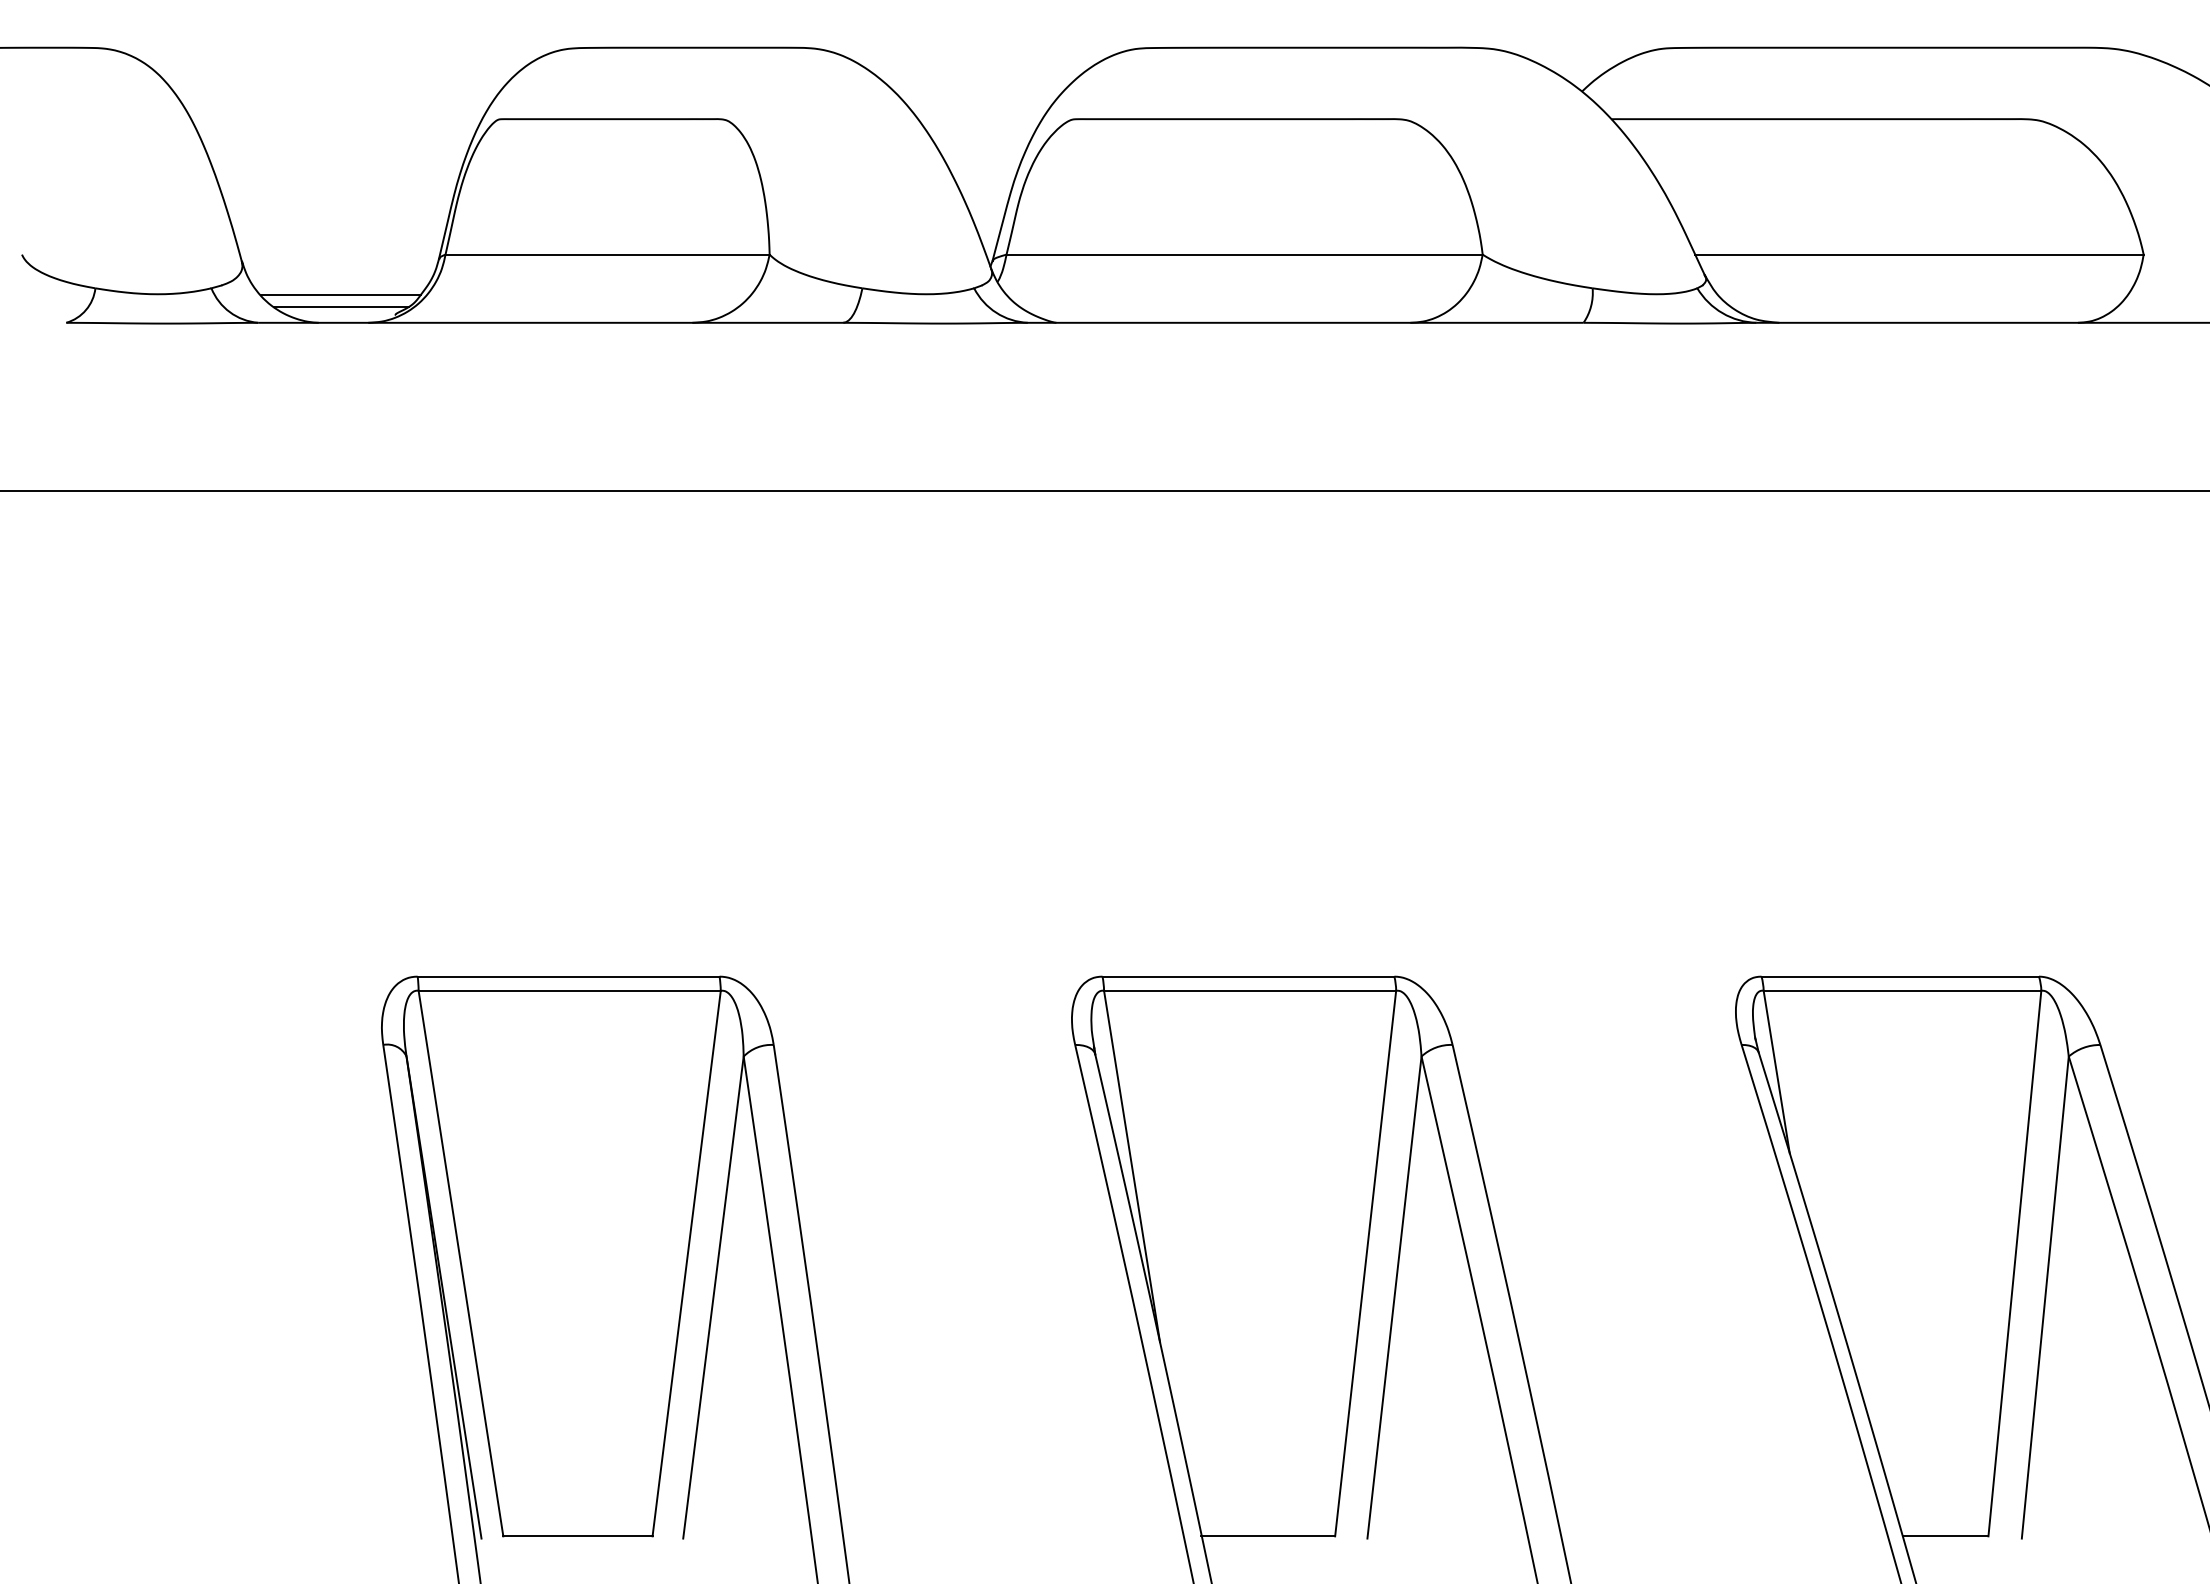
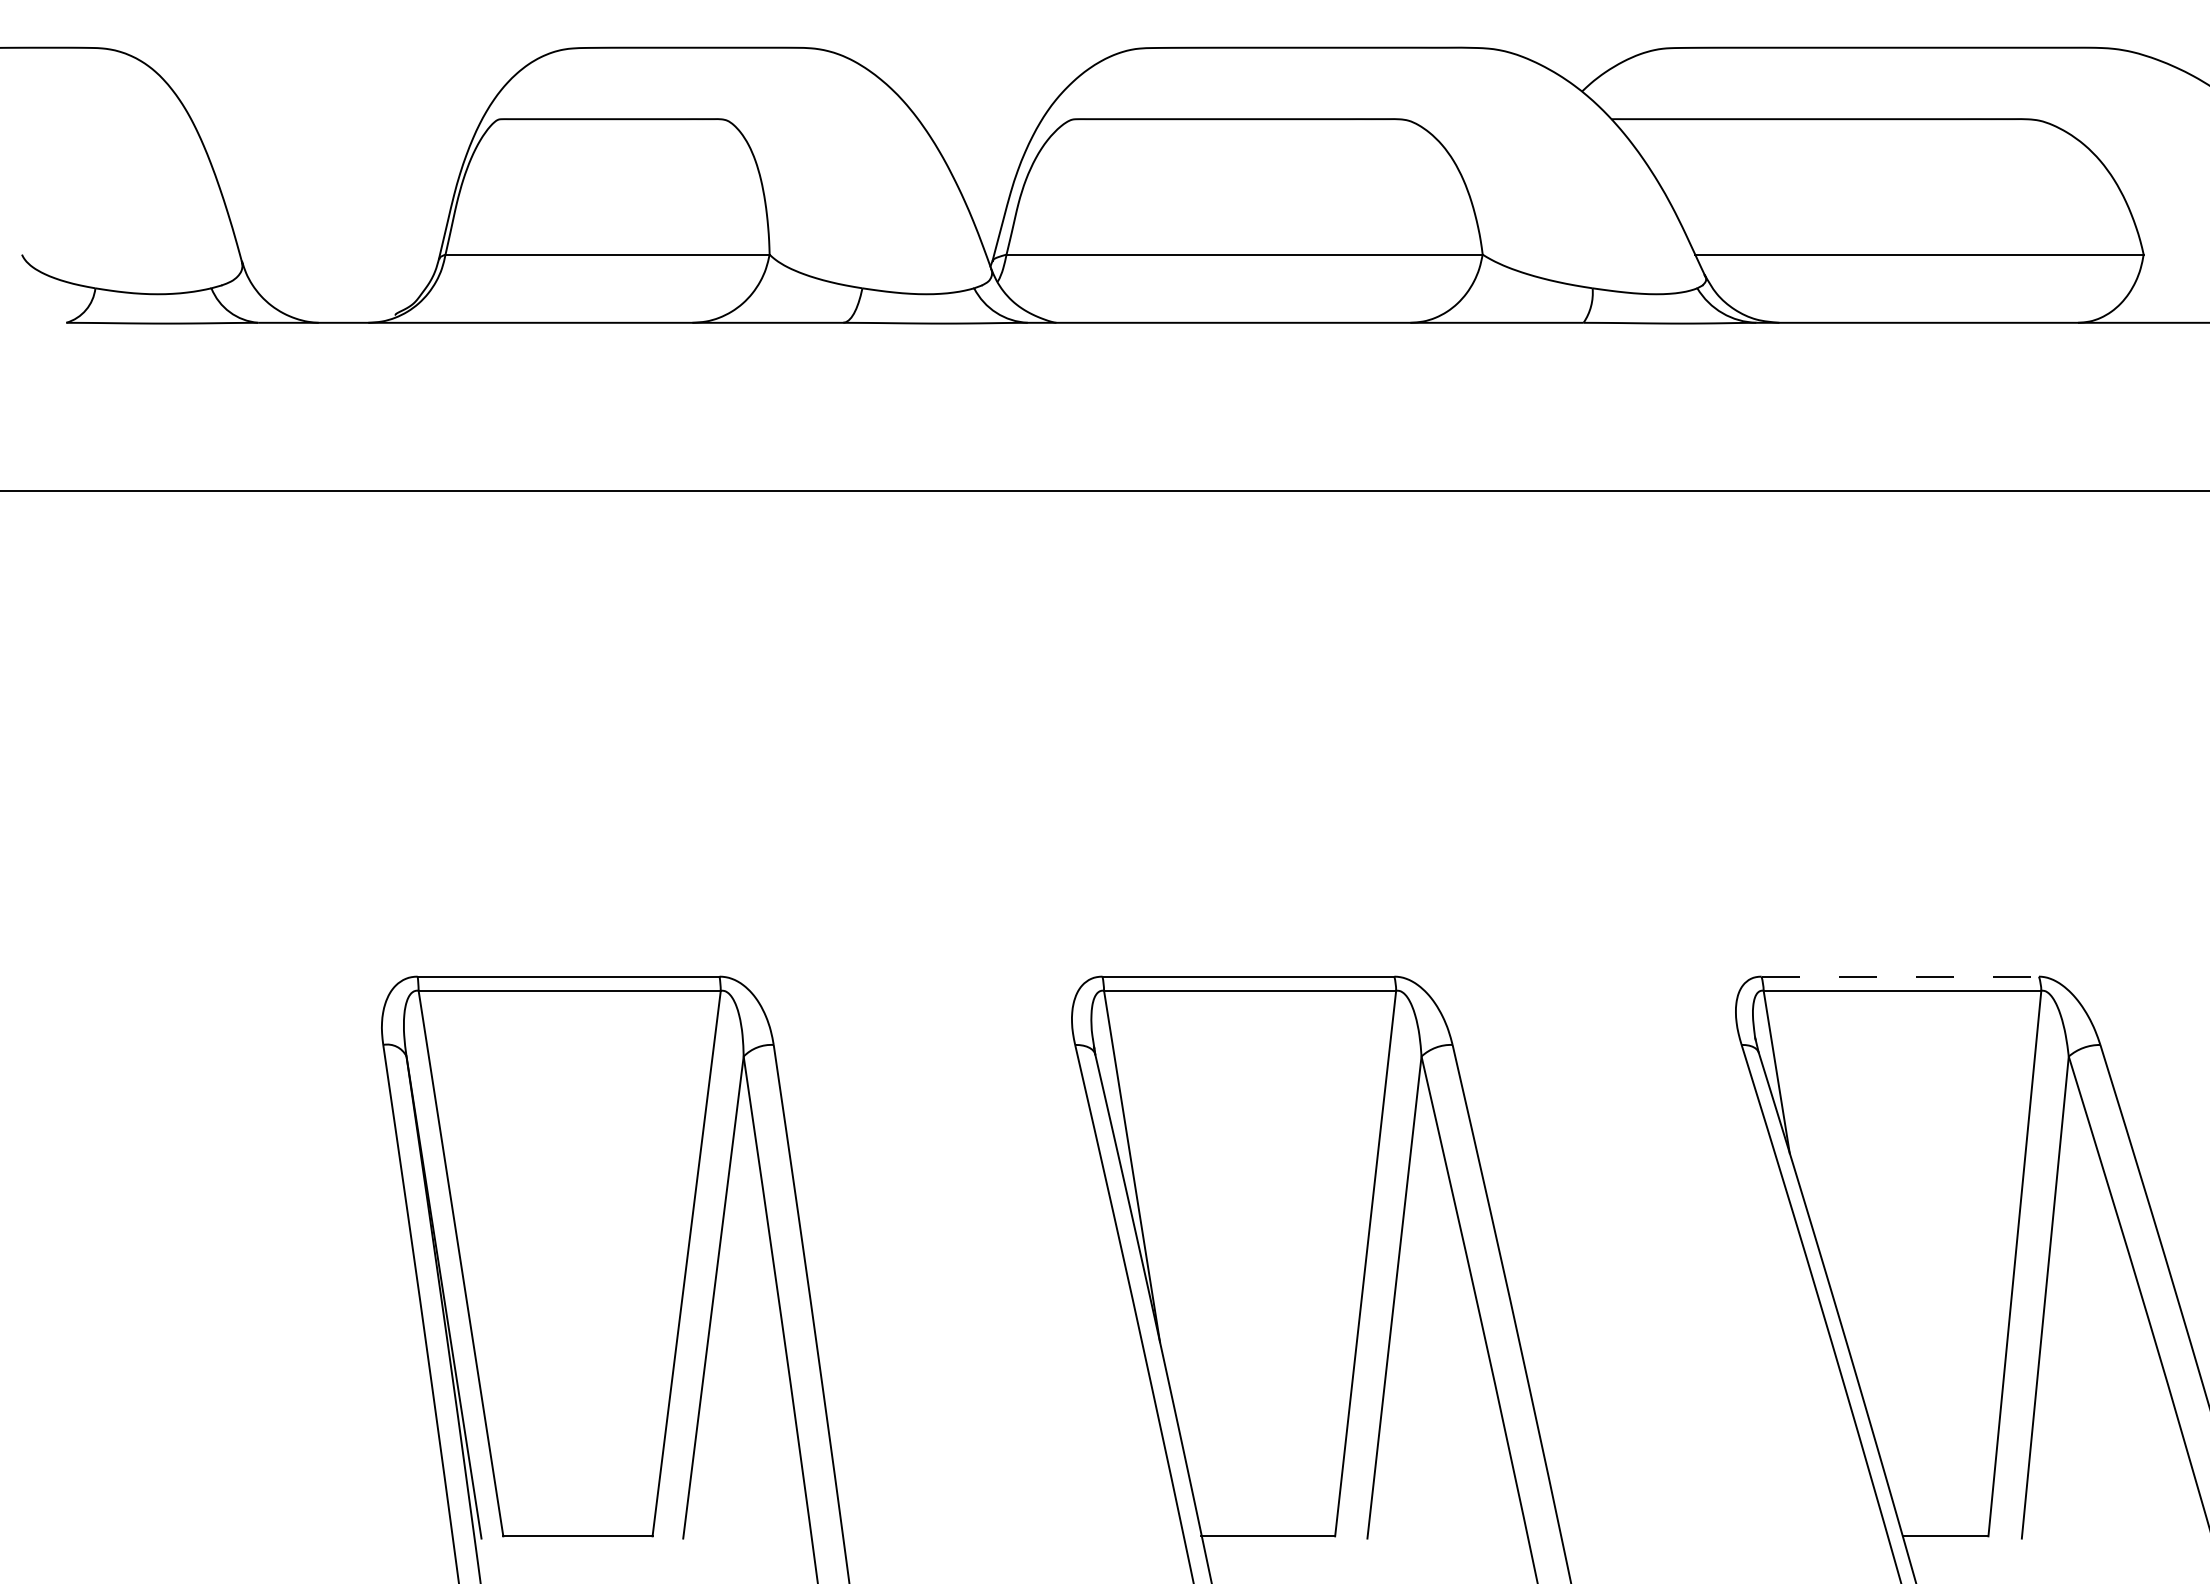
line at (340, 295): present -> none
line at (341, 306): present -> none
line at (1900, 976): solid -> dashed
